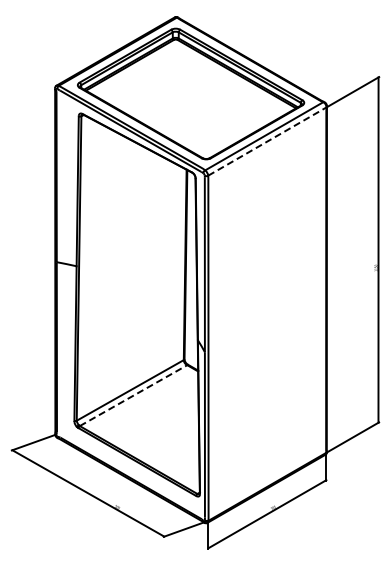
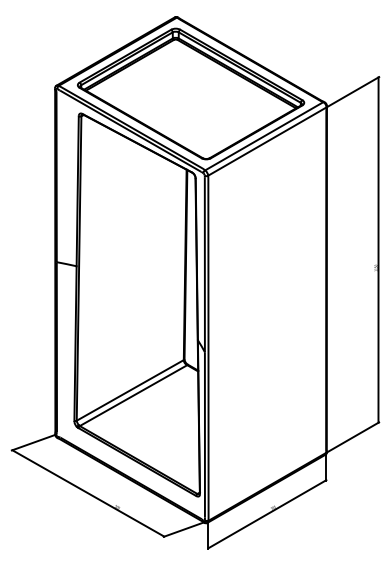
line at (267, 141): dashed -> solid
line at (133, 395): dashed -> solid
